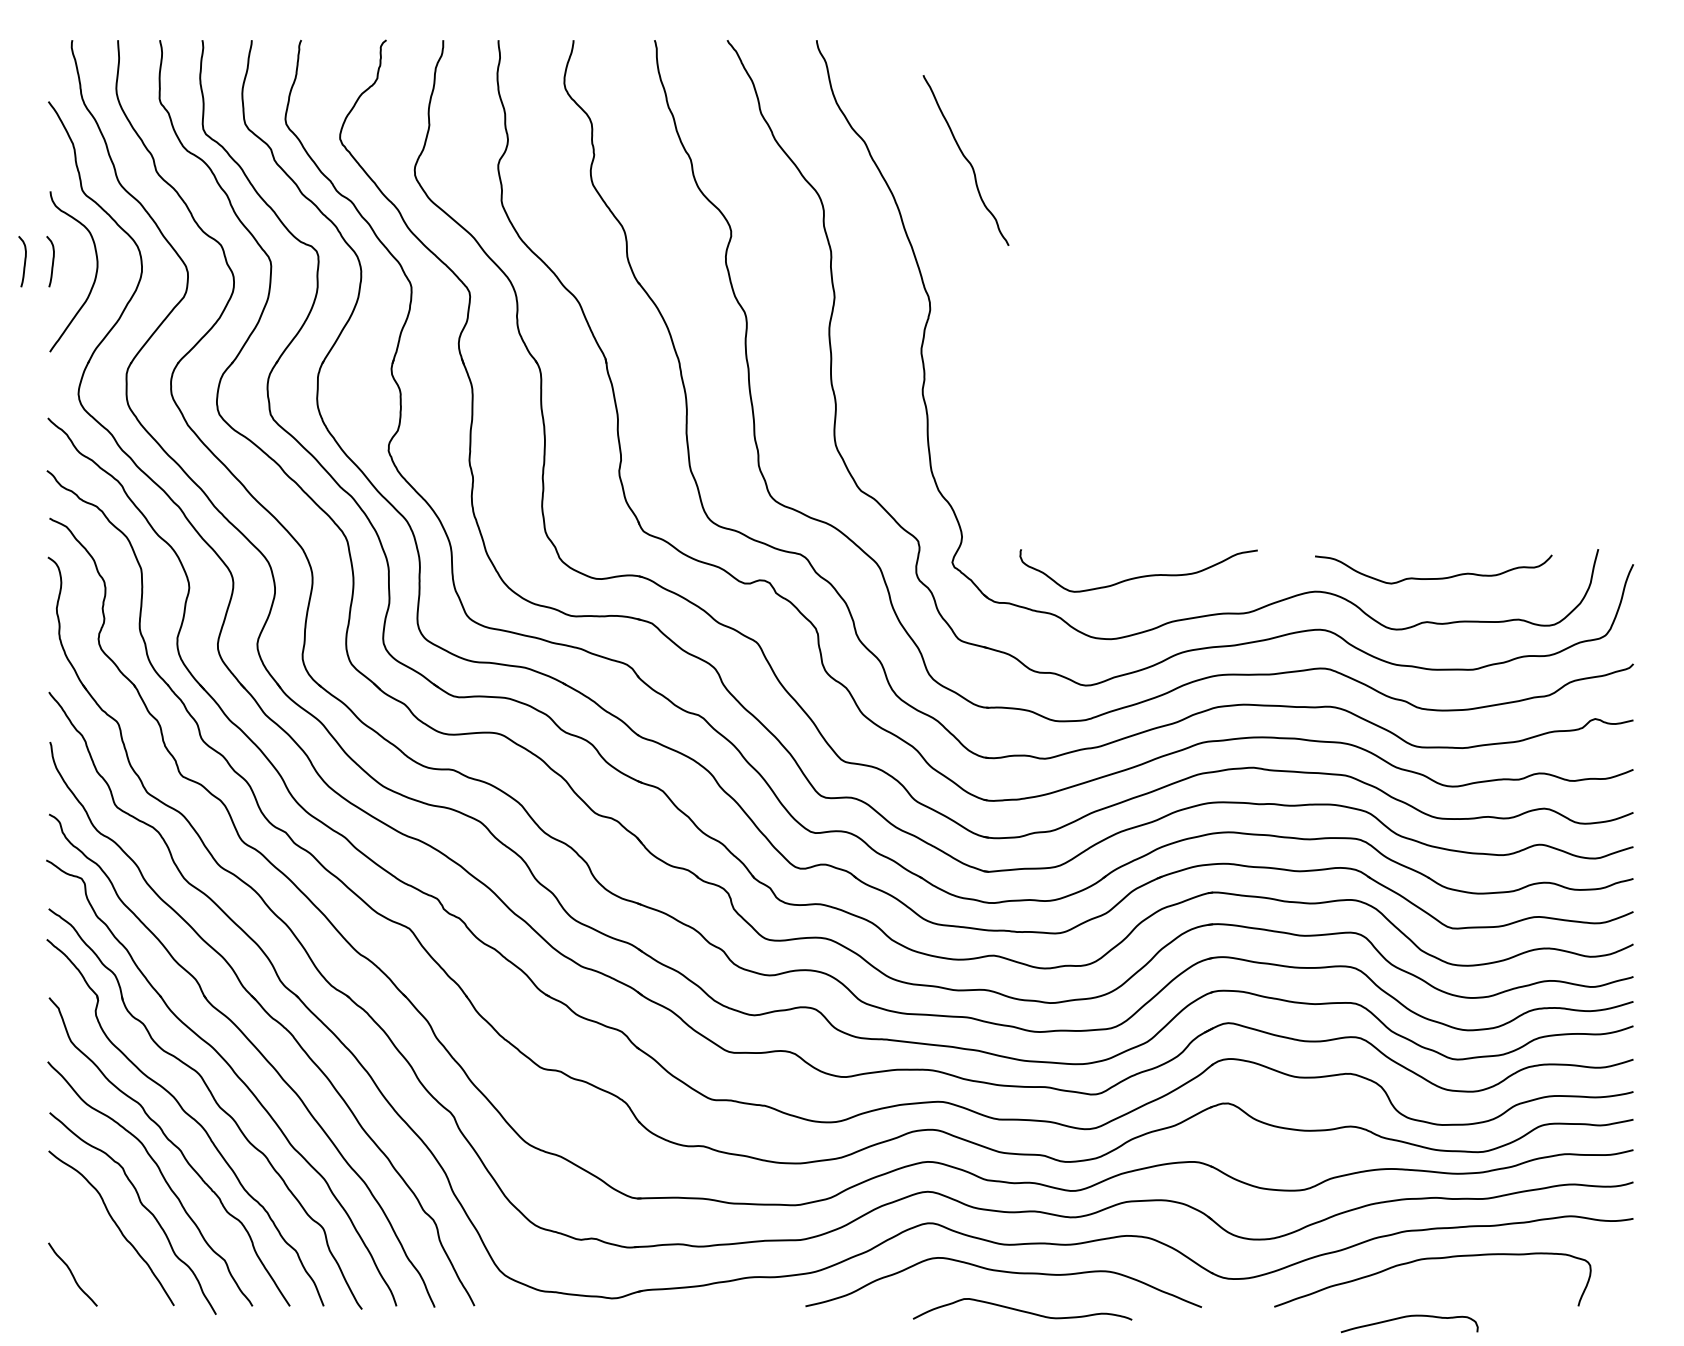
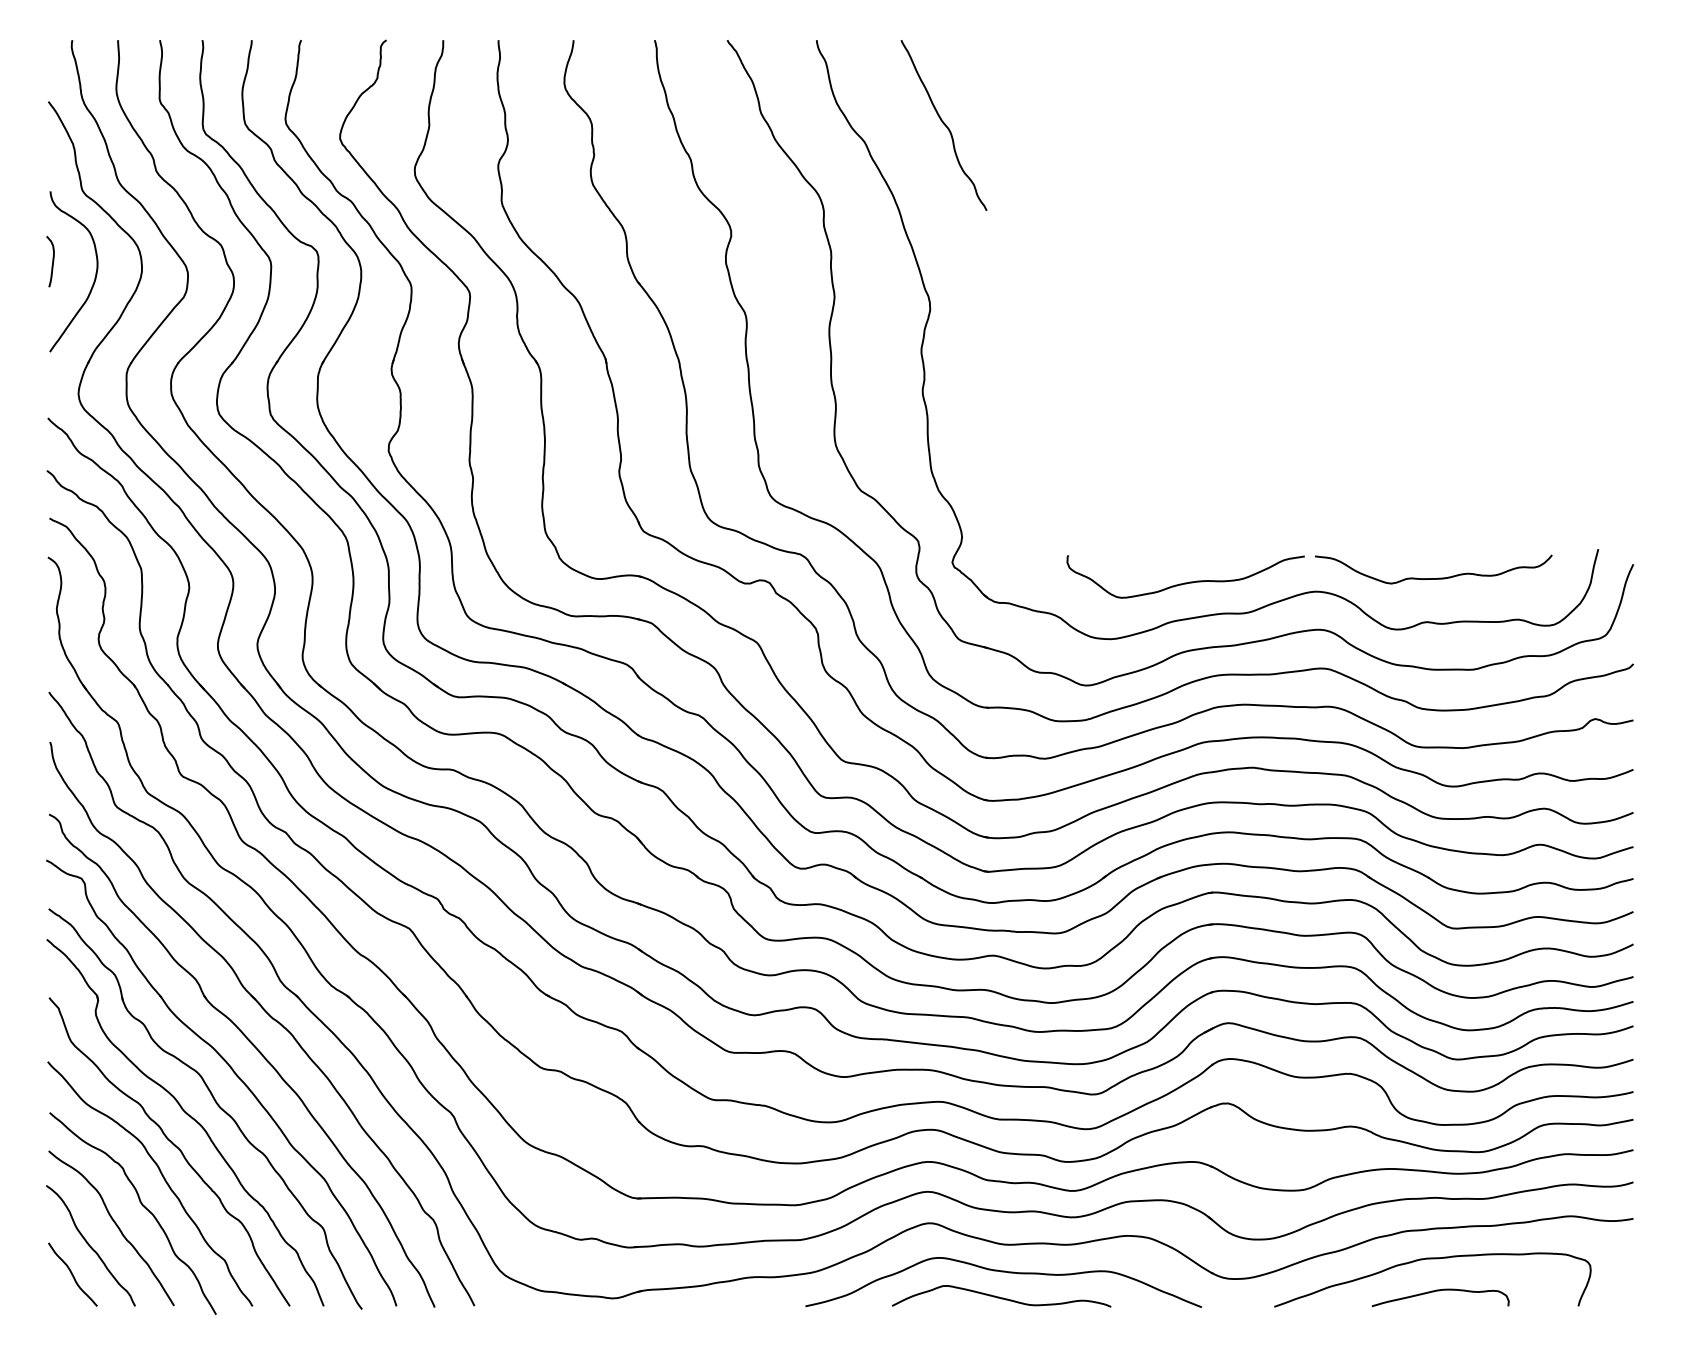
curve at (965, 159) position: (965, 159) -> (943, 124)
curve at (24, 261): present -> none
curve at (1138, 576) position: (1138, 576) -> (1185, 582)
curve at (90, 1245): none -> present
curve at (1022, 1310) position: (1022, 1310) -> (1001, 1297)
curve at (1408, 1317) position: (1408, 1317) -> (1439, 1291)
